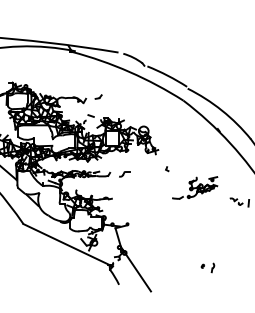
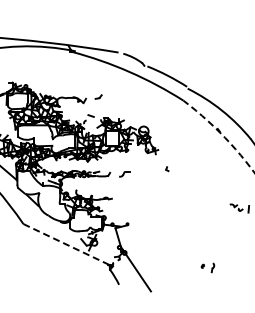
arc at (221, 134): solid -> dashed
part at (195, 187): present -> none
part at (239, 202) position: (239, 202) -> (239, 208)
line at (66, 244): solid -> dashed
